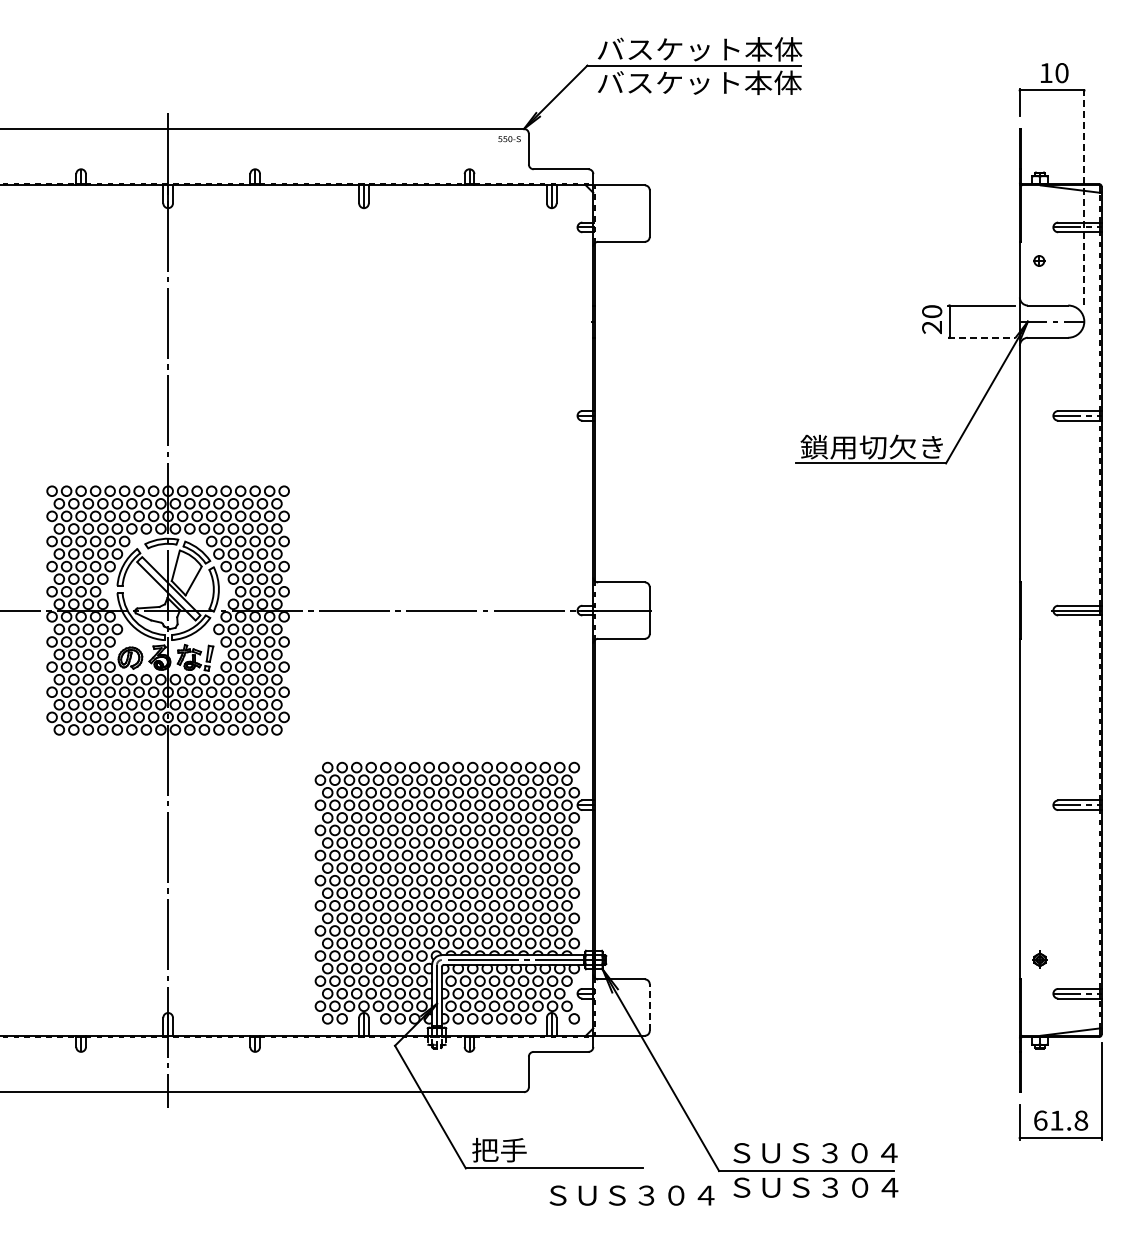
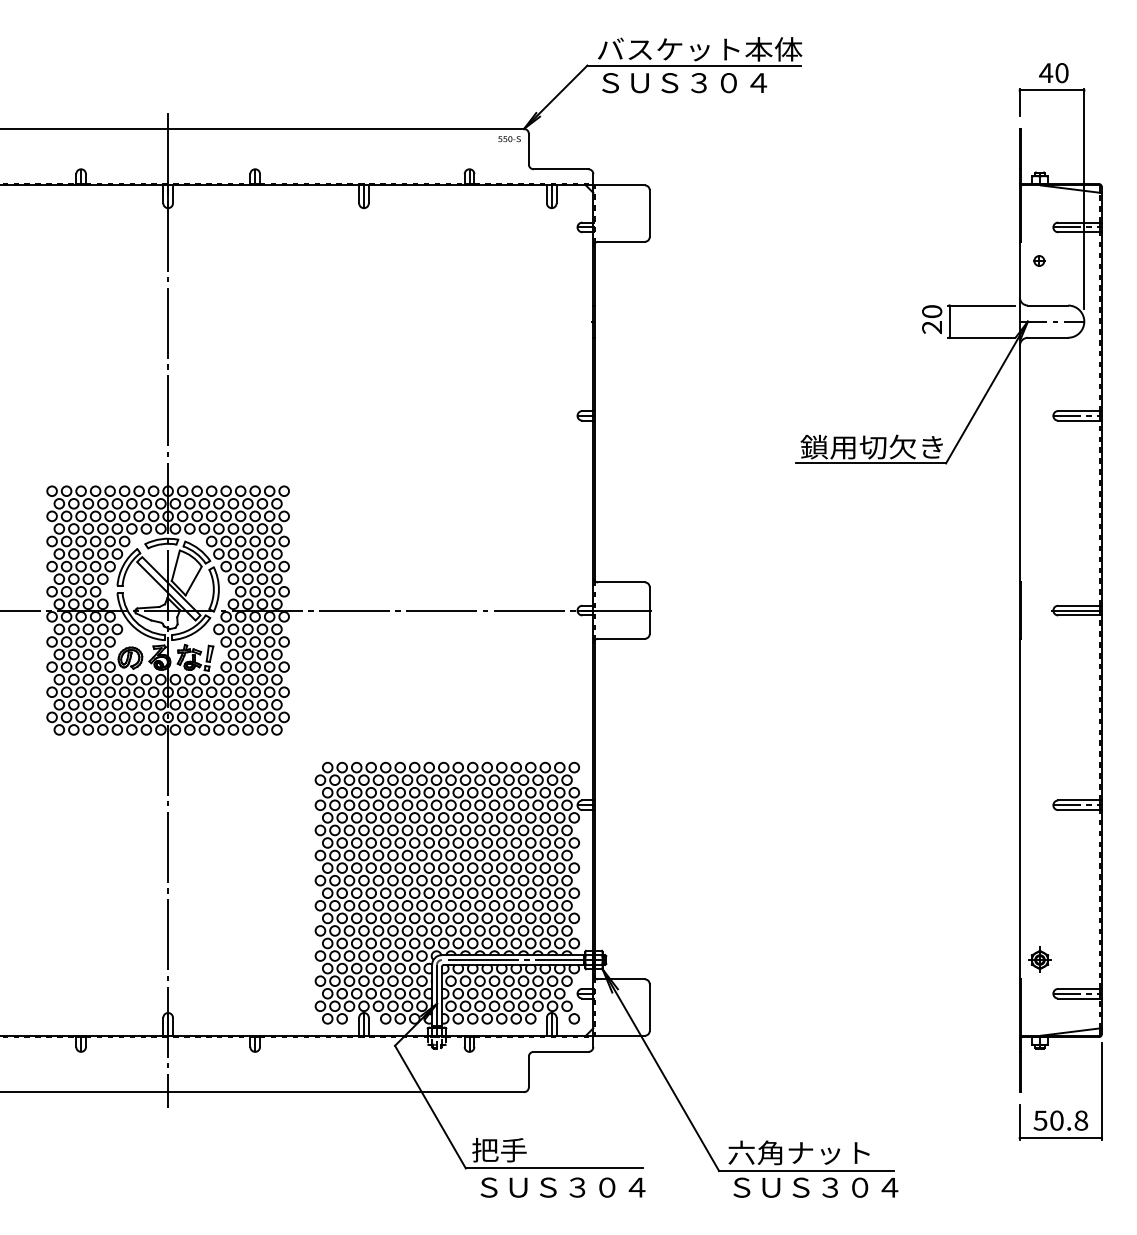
text at (1046, 72): 10 -> 40
text at (699, 82): バスケット本体 -> ＳＵＳ３０４
line at (1084, 199): dashed -> solid
line at (981, 337): dashed -> solid
part at (1039, 959) size: 16x19 px -> 24x27 px
line at (649, 1007): dashed -> solid
text at (1048, 1120): 61.8 -> 50.8
text at (812, 1152): ＳＵＳ３０４ -> 六角ナット
text at (631, 1195) position: (631, 1195) -> (562, 1187)
